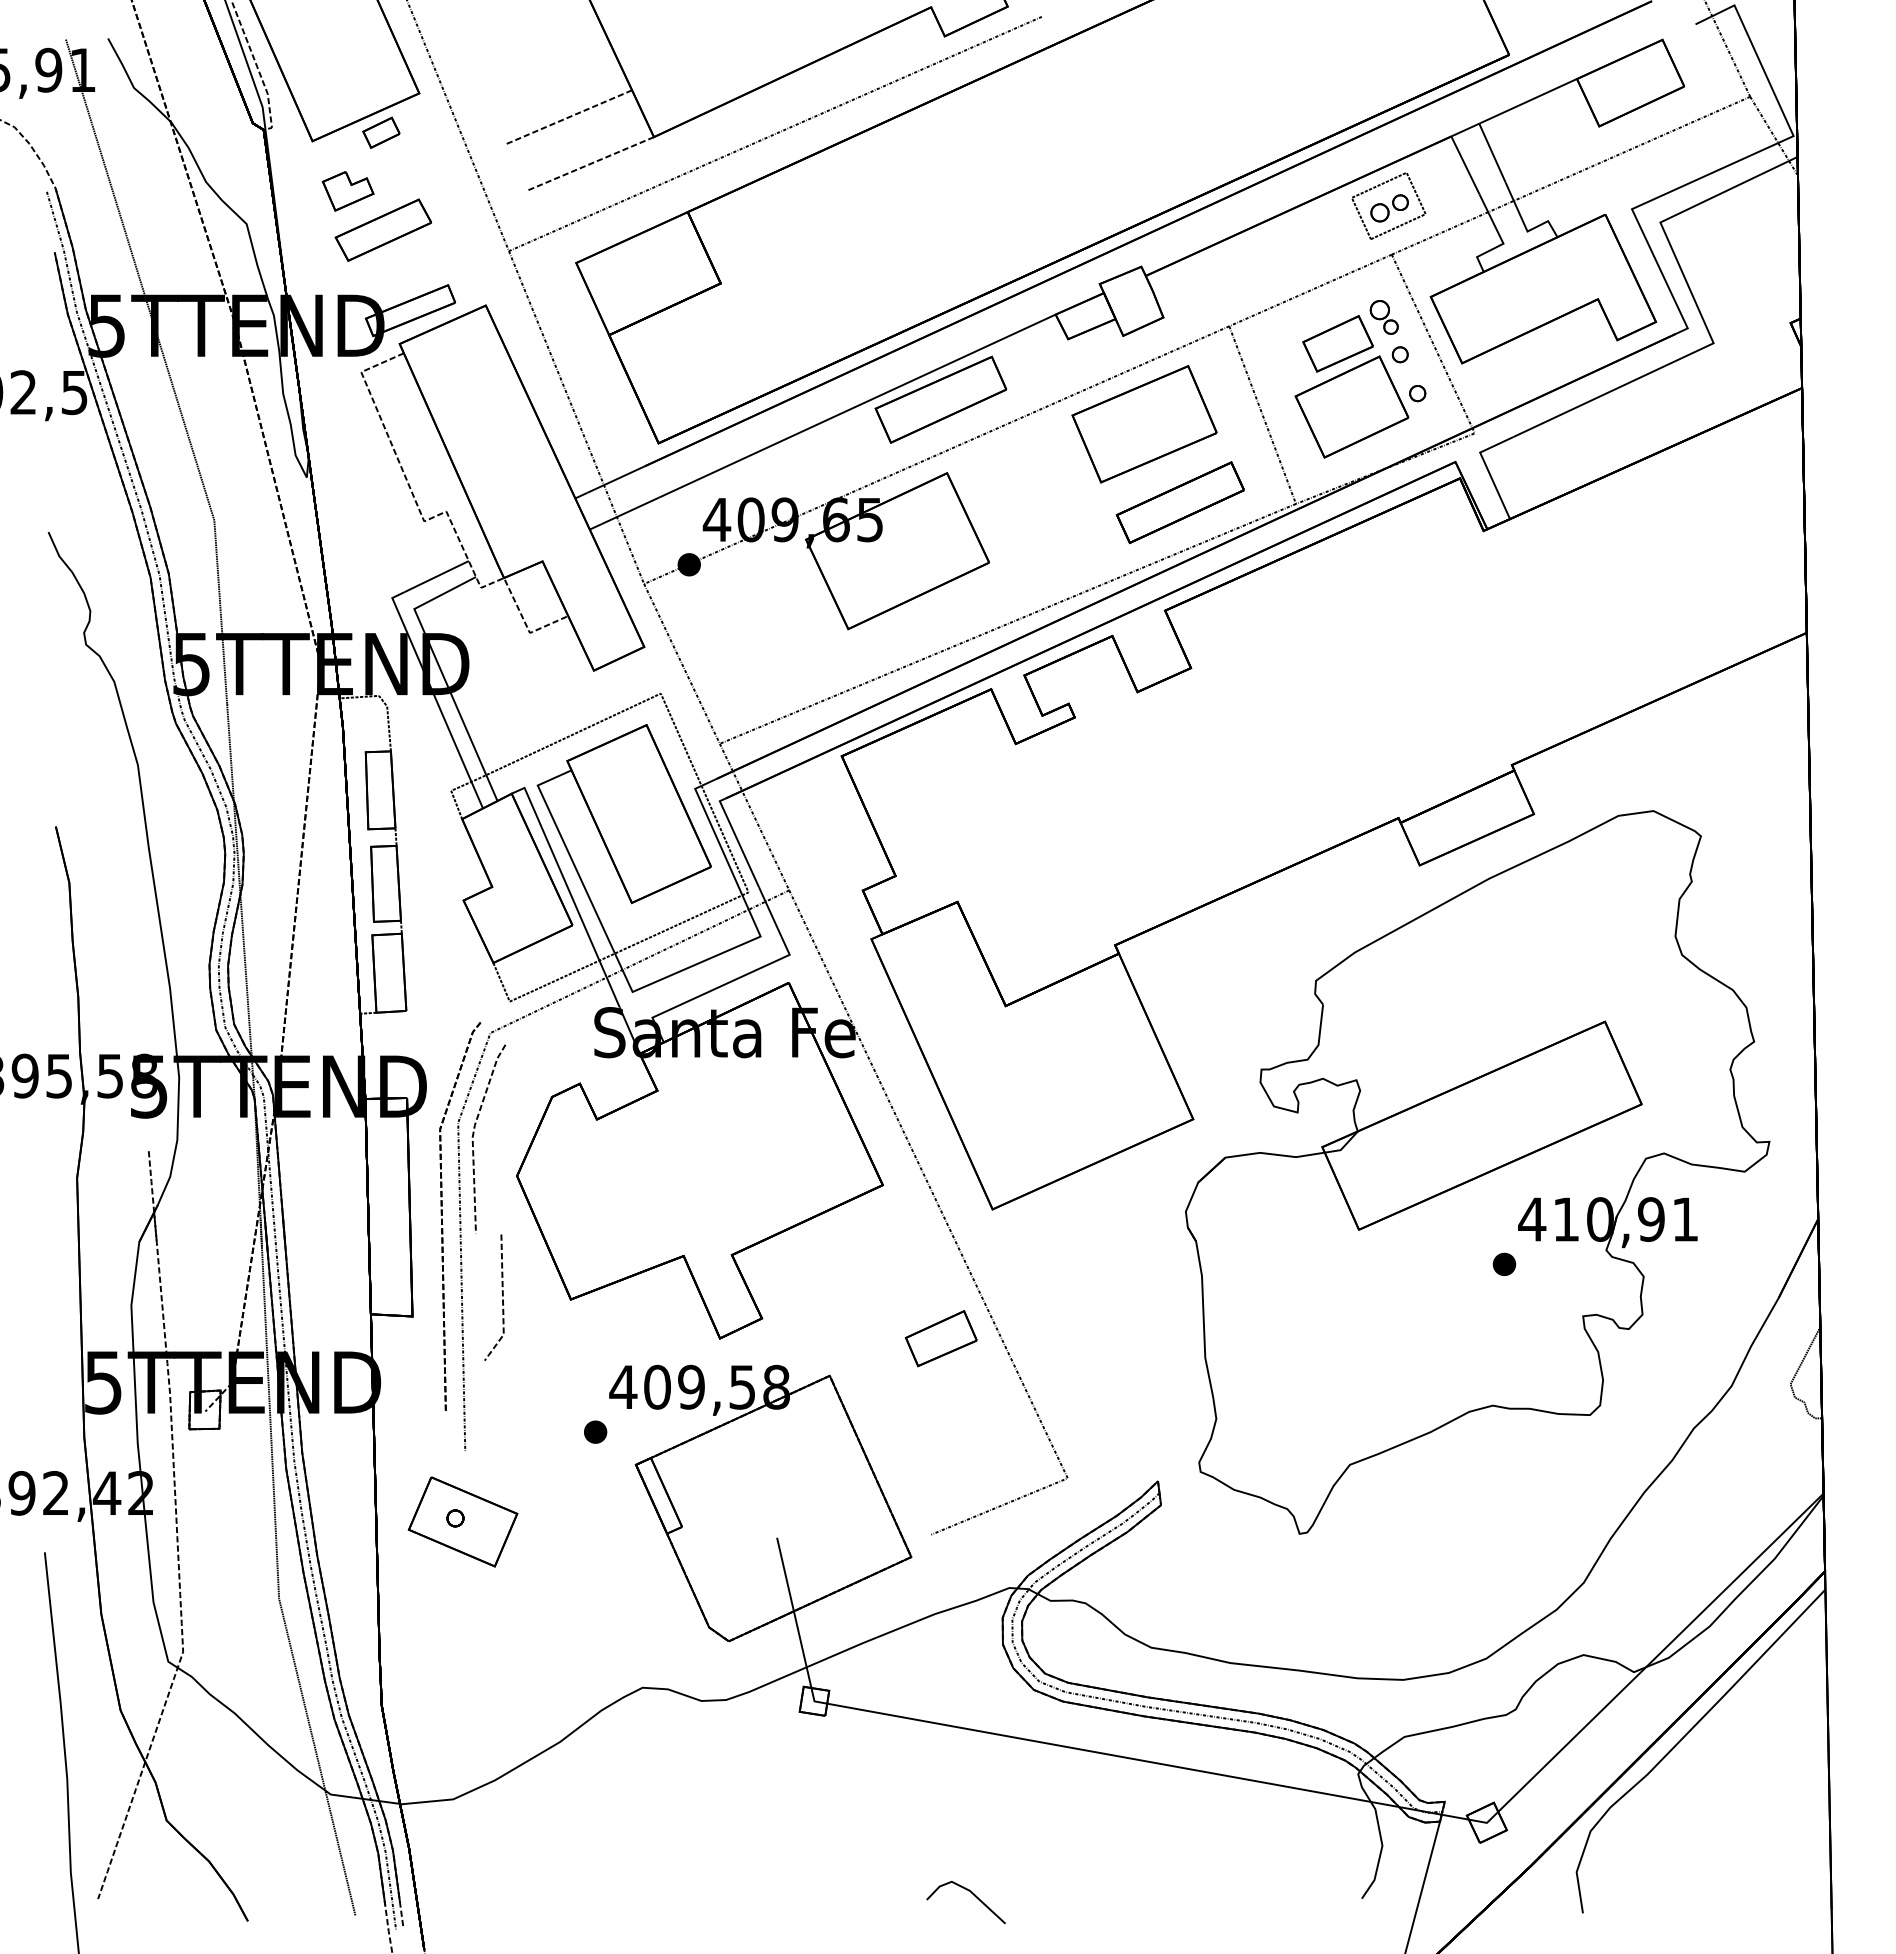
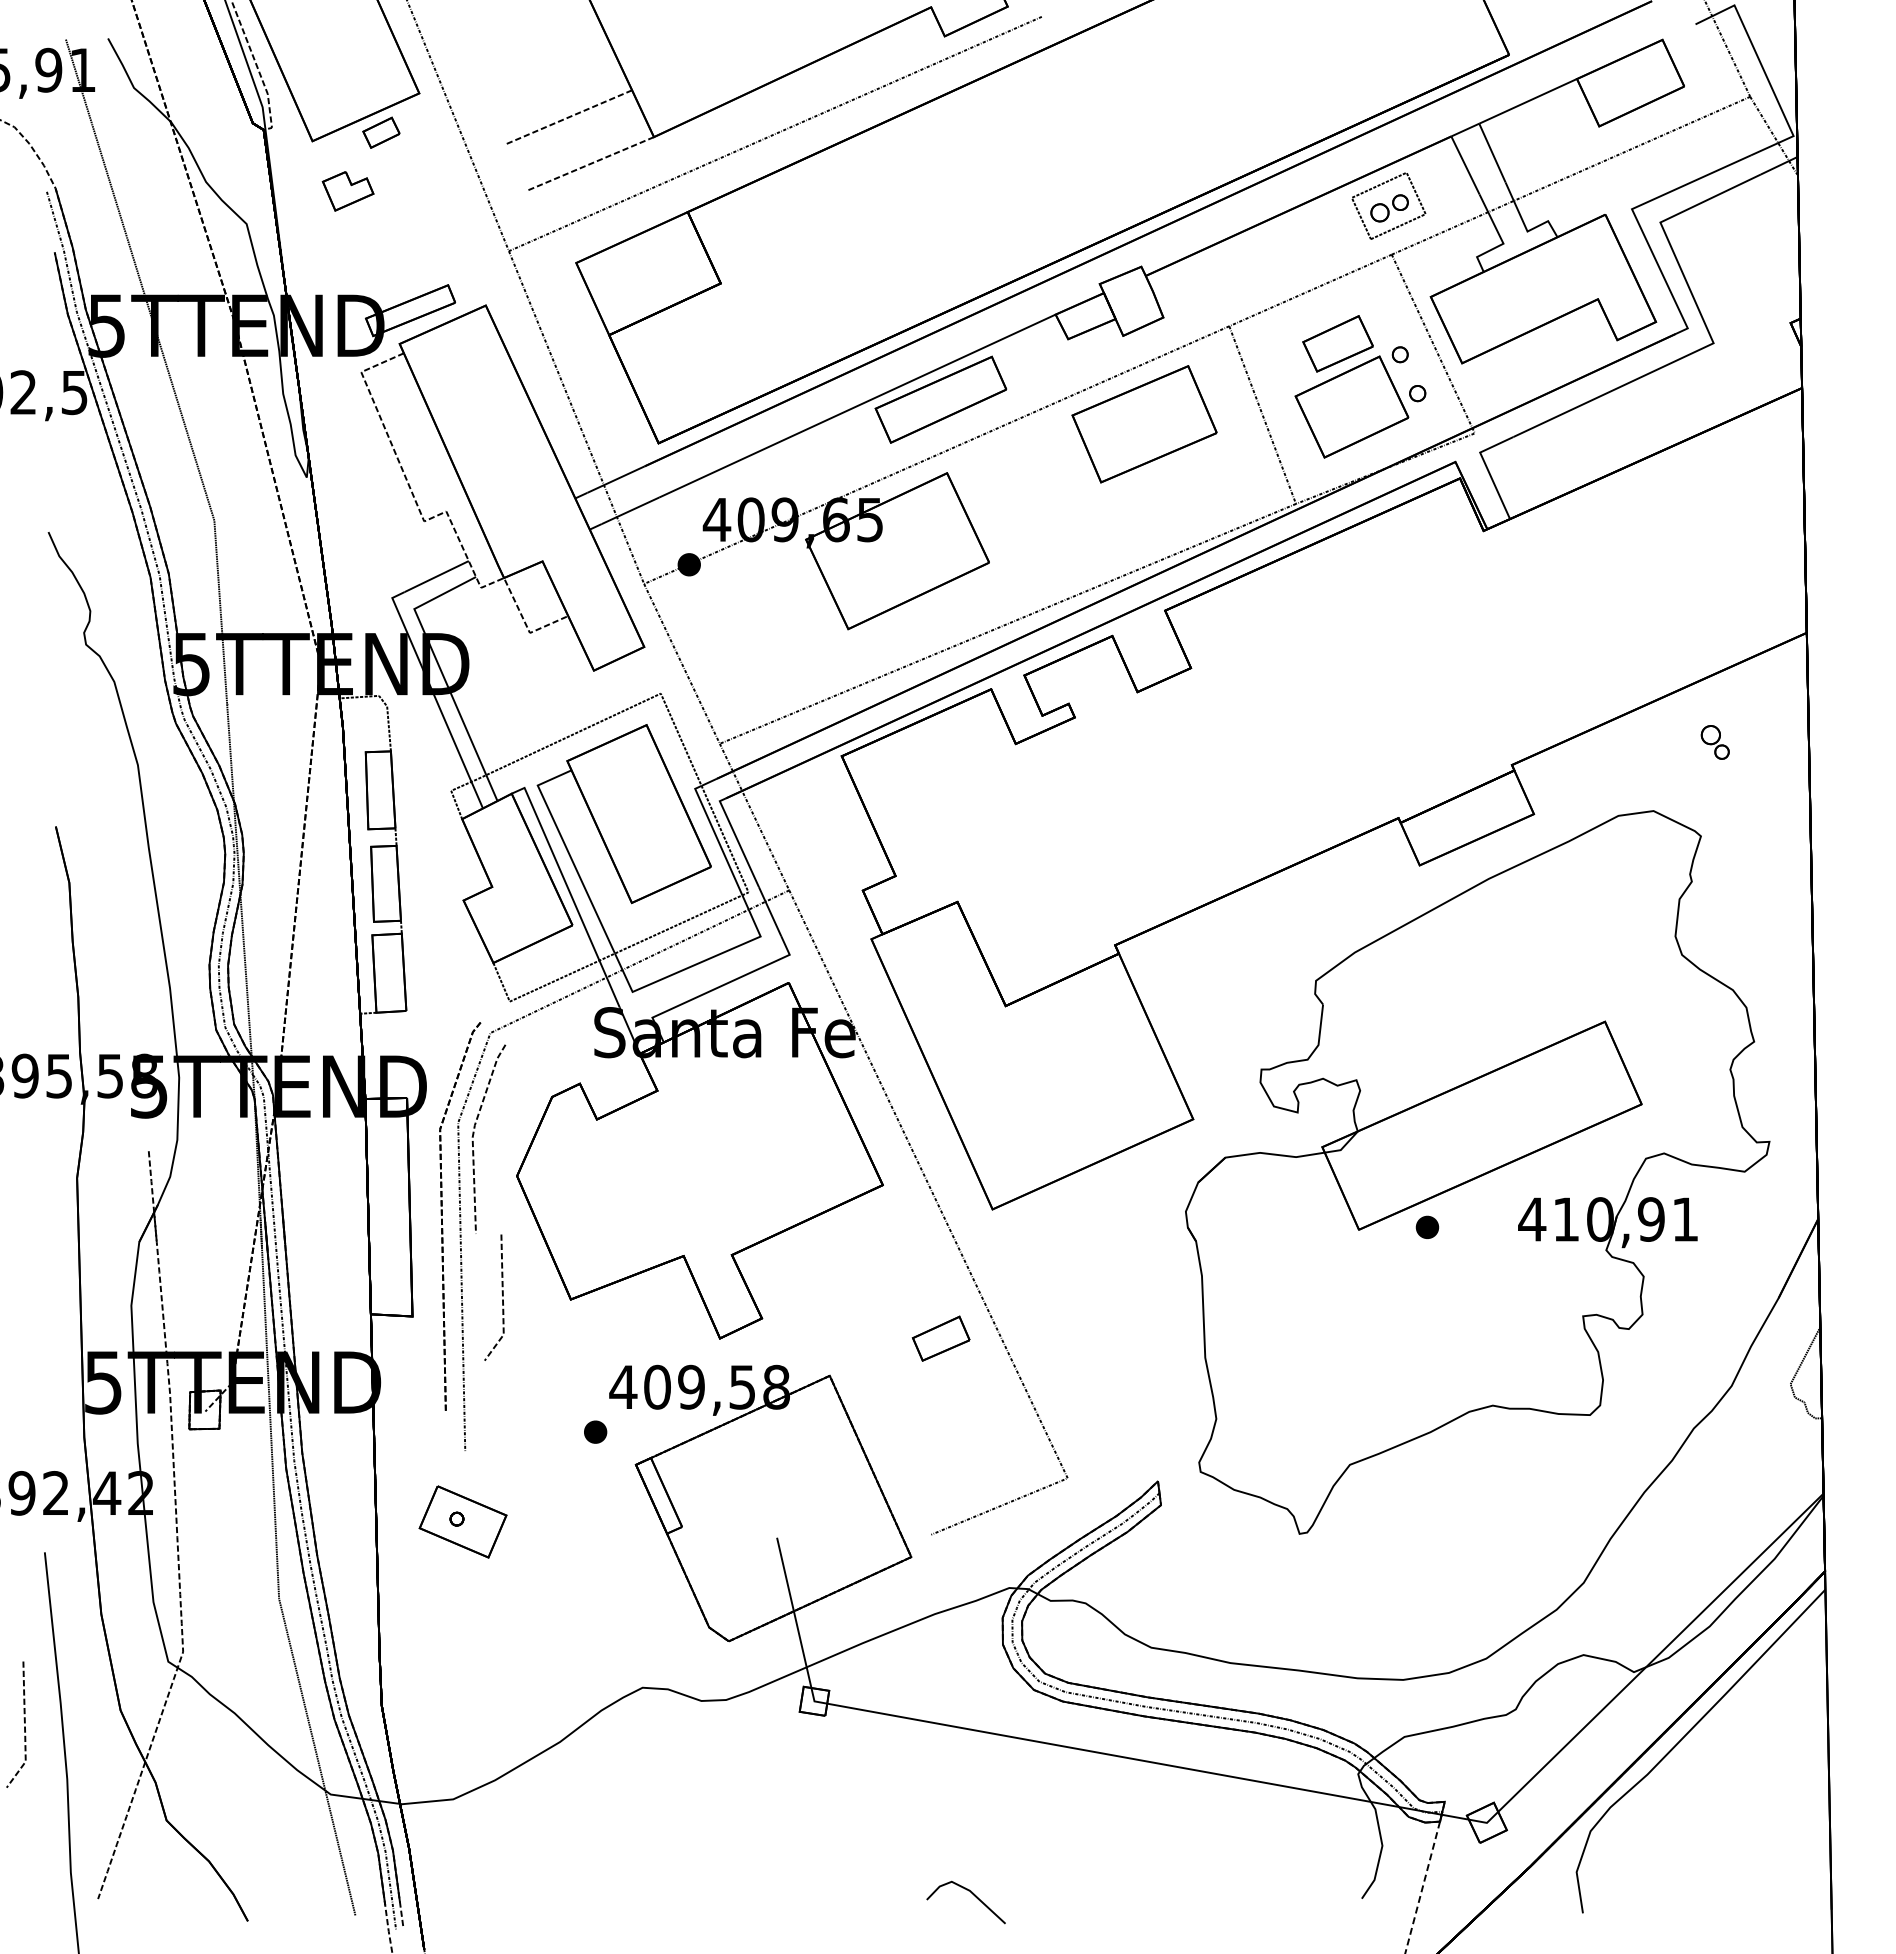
part at (383, 229): present -> none
part at (1383, 317) position: (1383, 317) -> (1714, 742)
part at (1179, 502): present -> none
part at (1504, 1263) position: (1504, 1263) -> (1427, 1226)
part at (940, 1338) size: 74x58 px -> 60x47 px
part at (462, 1521) size: 112x92 px -> 90x74 px
line at (24, 1723): none -> present
line at (1422, 1888): solid -> dashed
